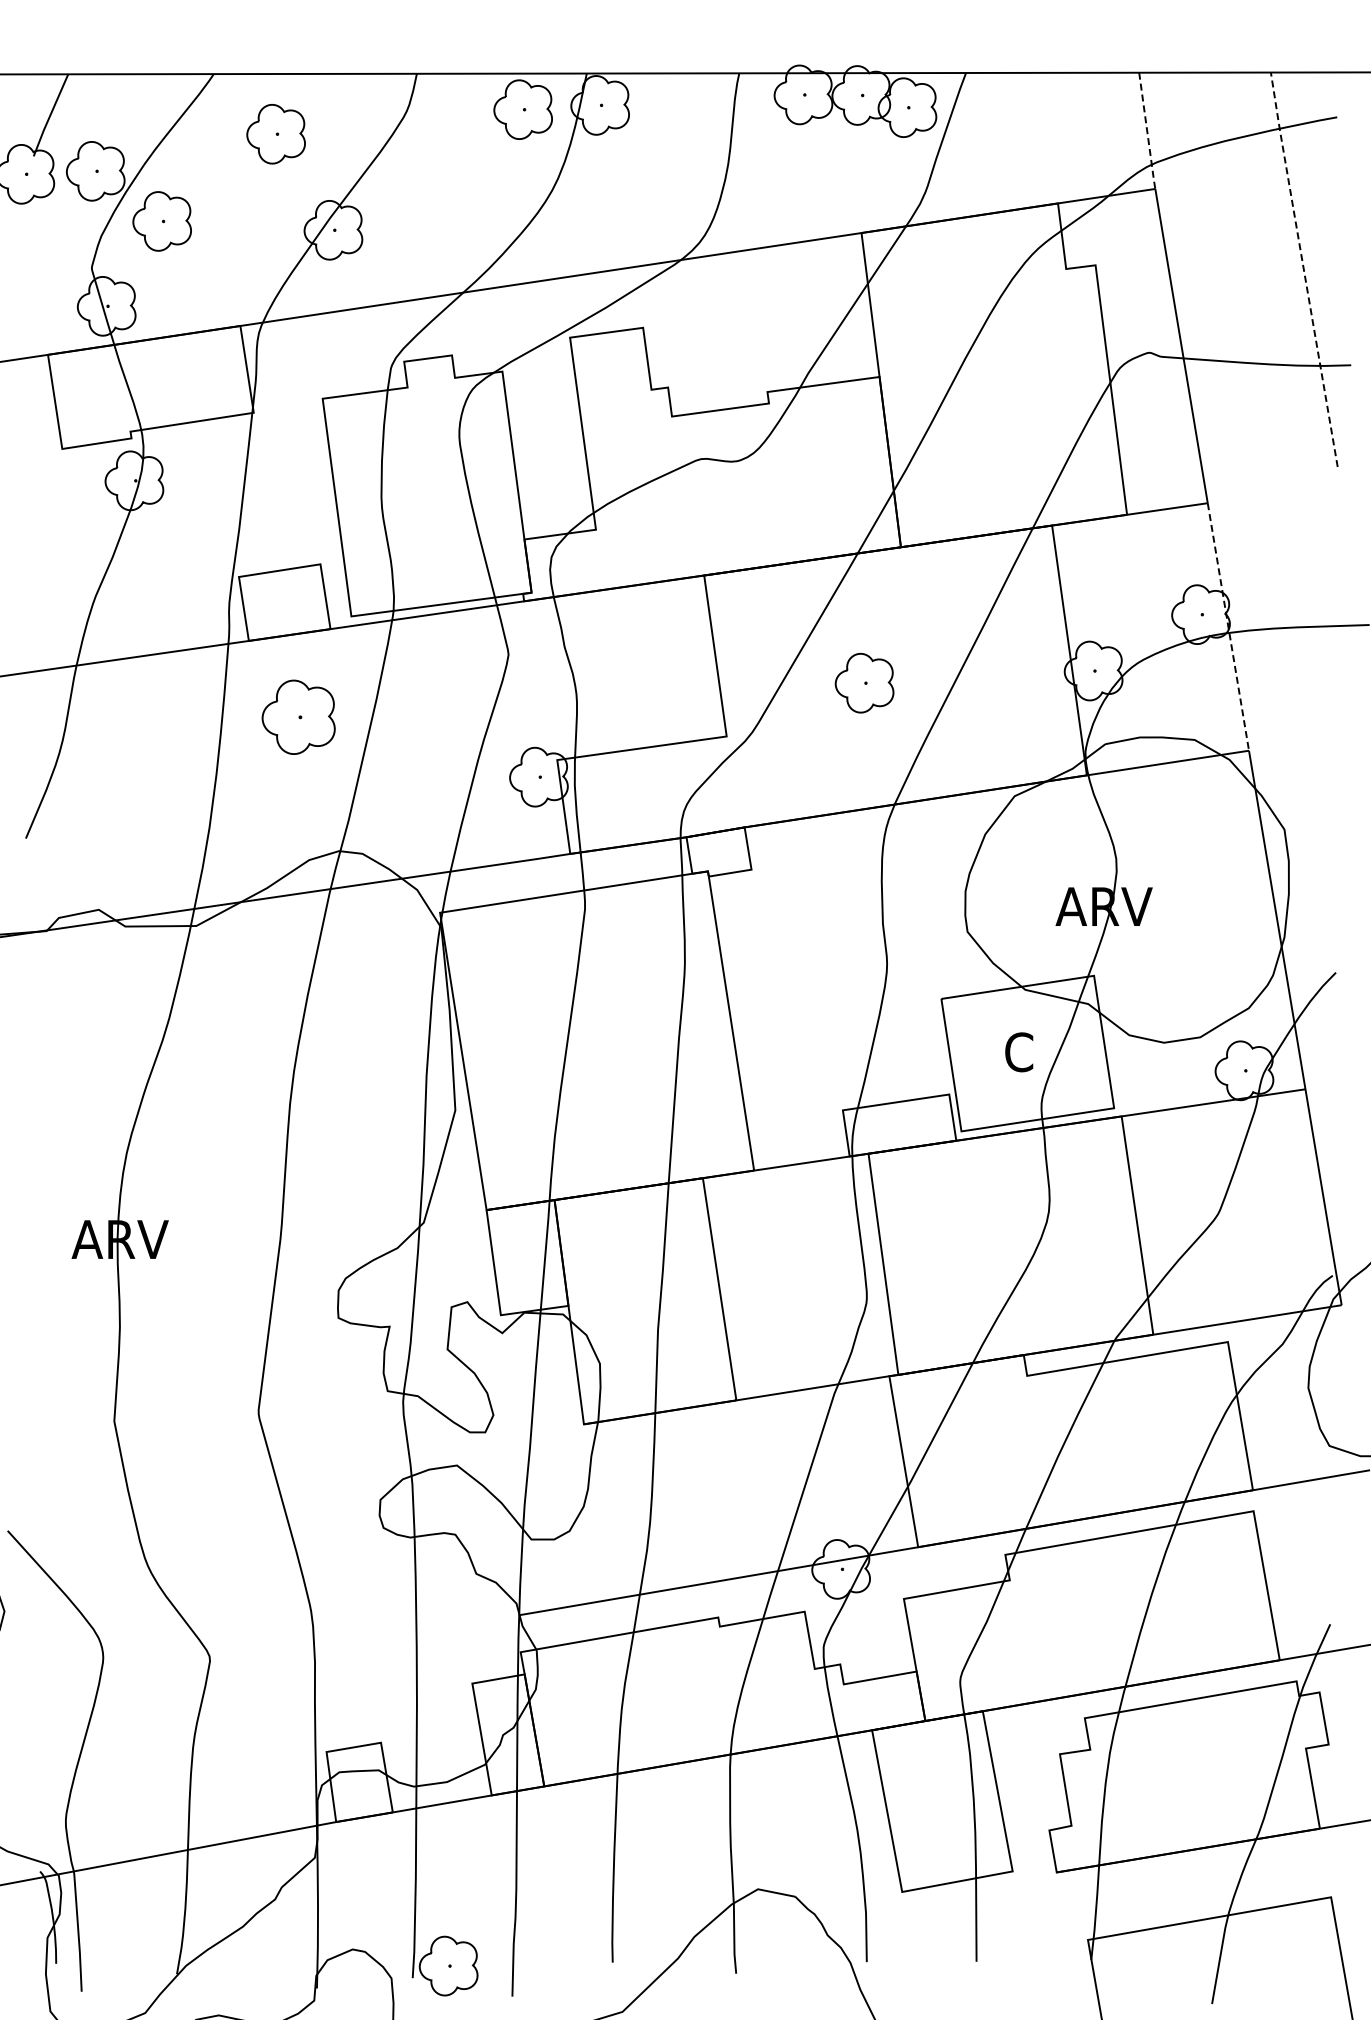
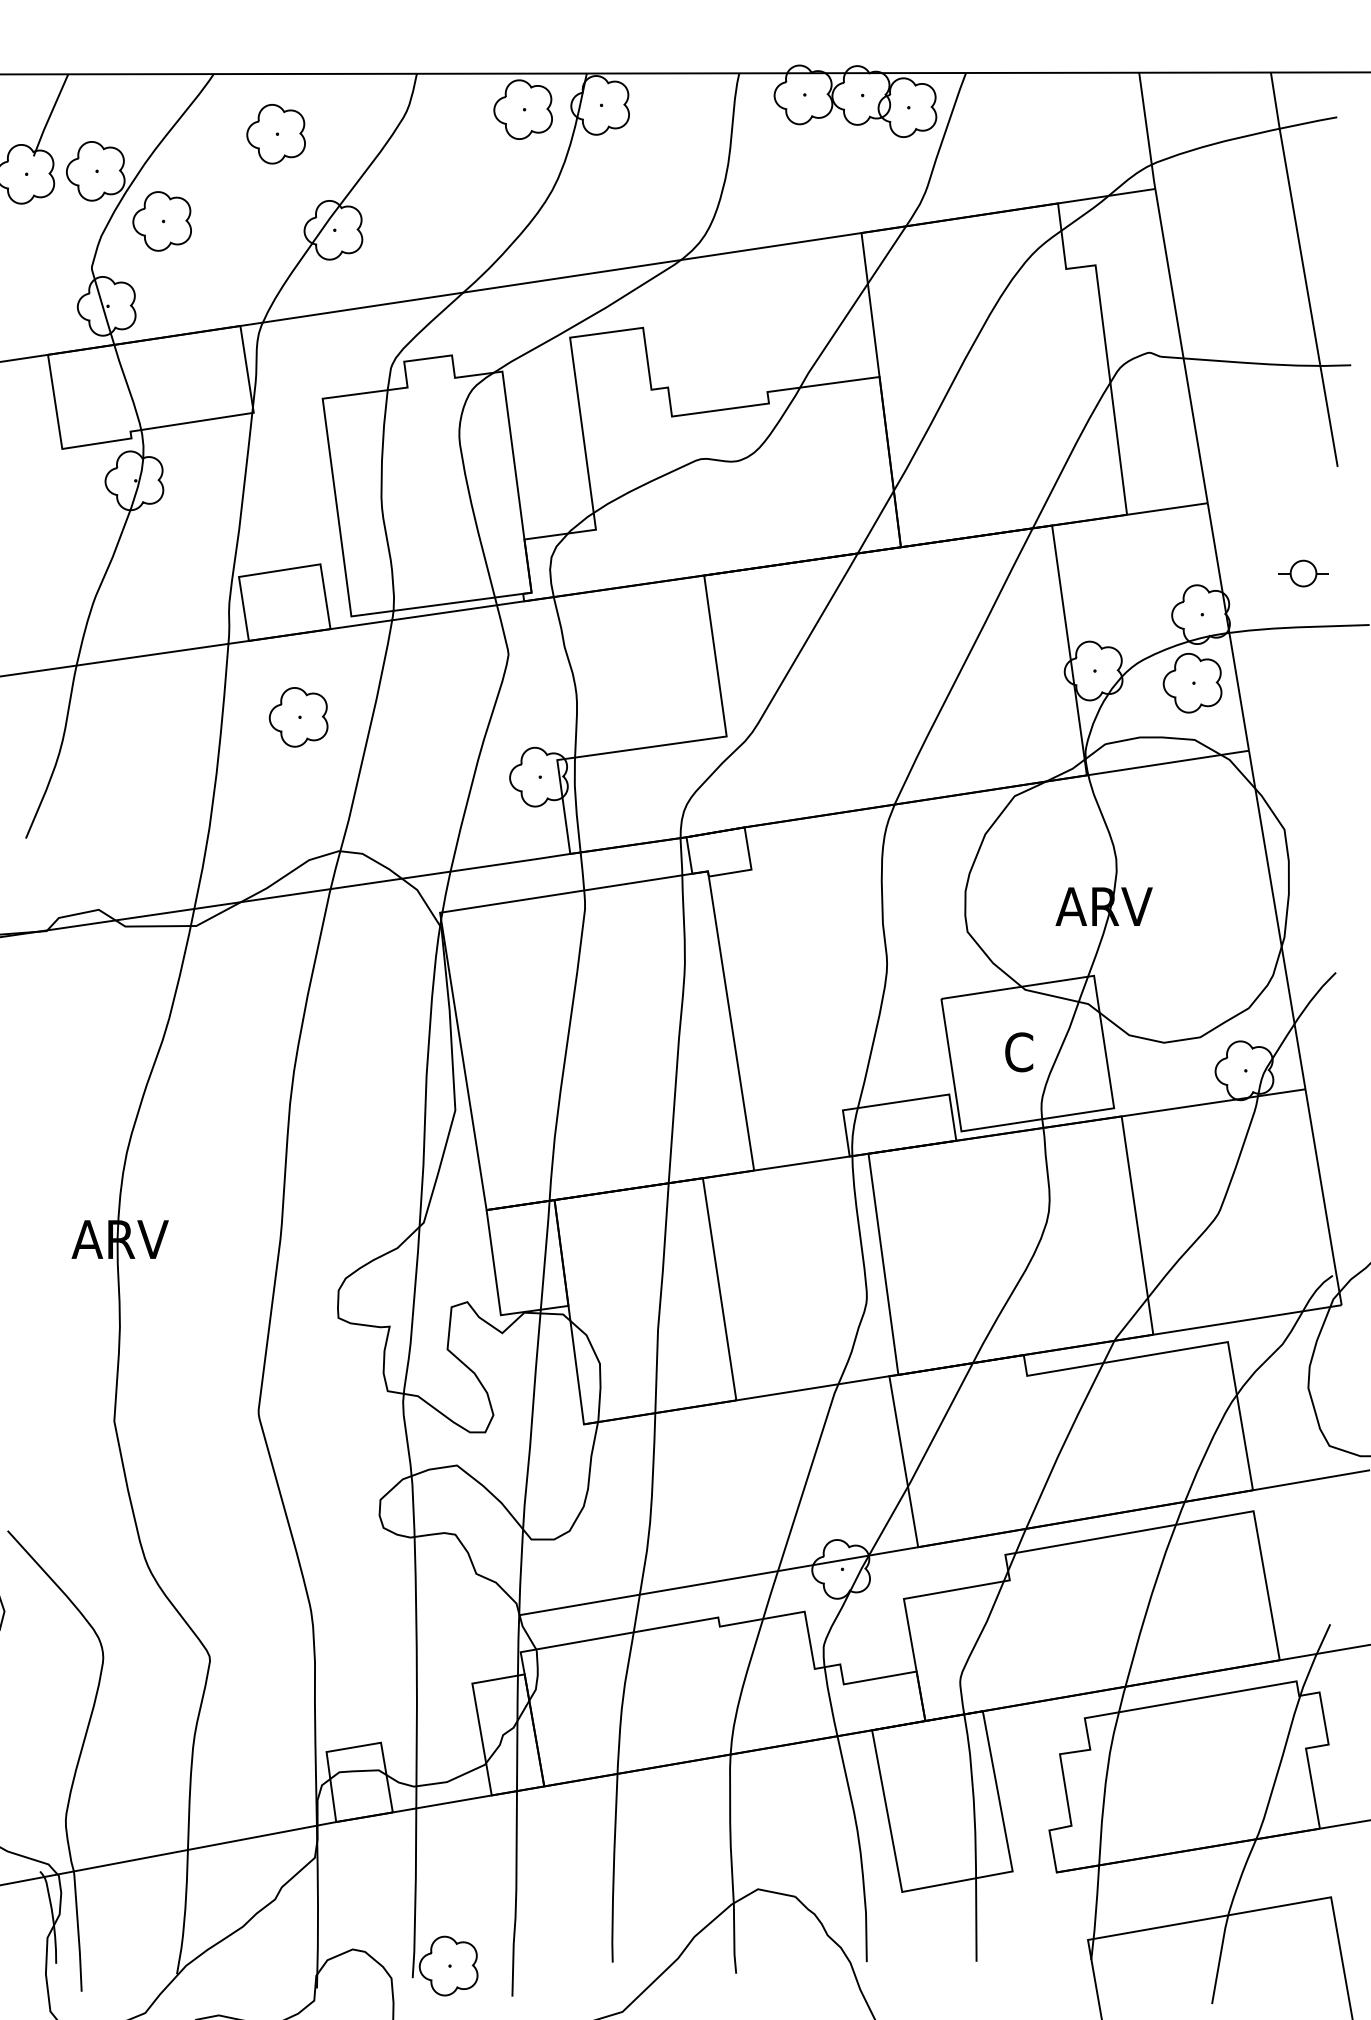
line at (1147, 132): dashed -> solid
line at (1303, 269): dashed -> solid
part at (1303, 573): none -> present
line at (1228, 627): dashed -> solid
part at (864, 683) position: (864, 683) -> (1192, 683)
part at (298, 716) size: 75x76 px -> 61x61 px
